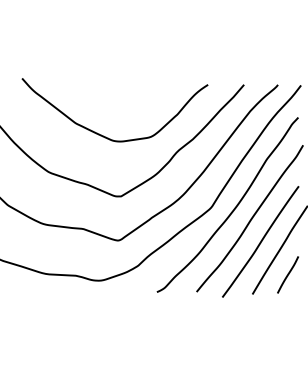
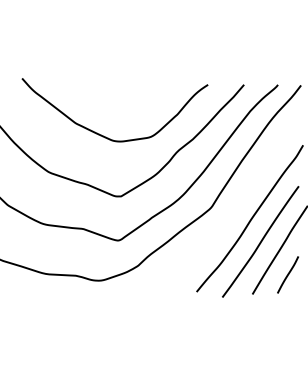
curve at (233, 208): present -> none
